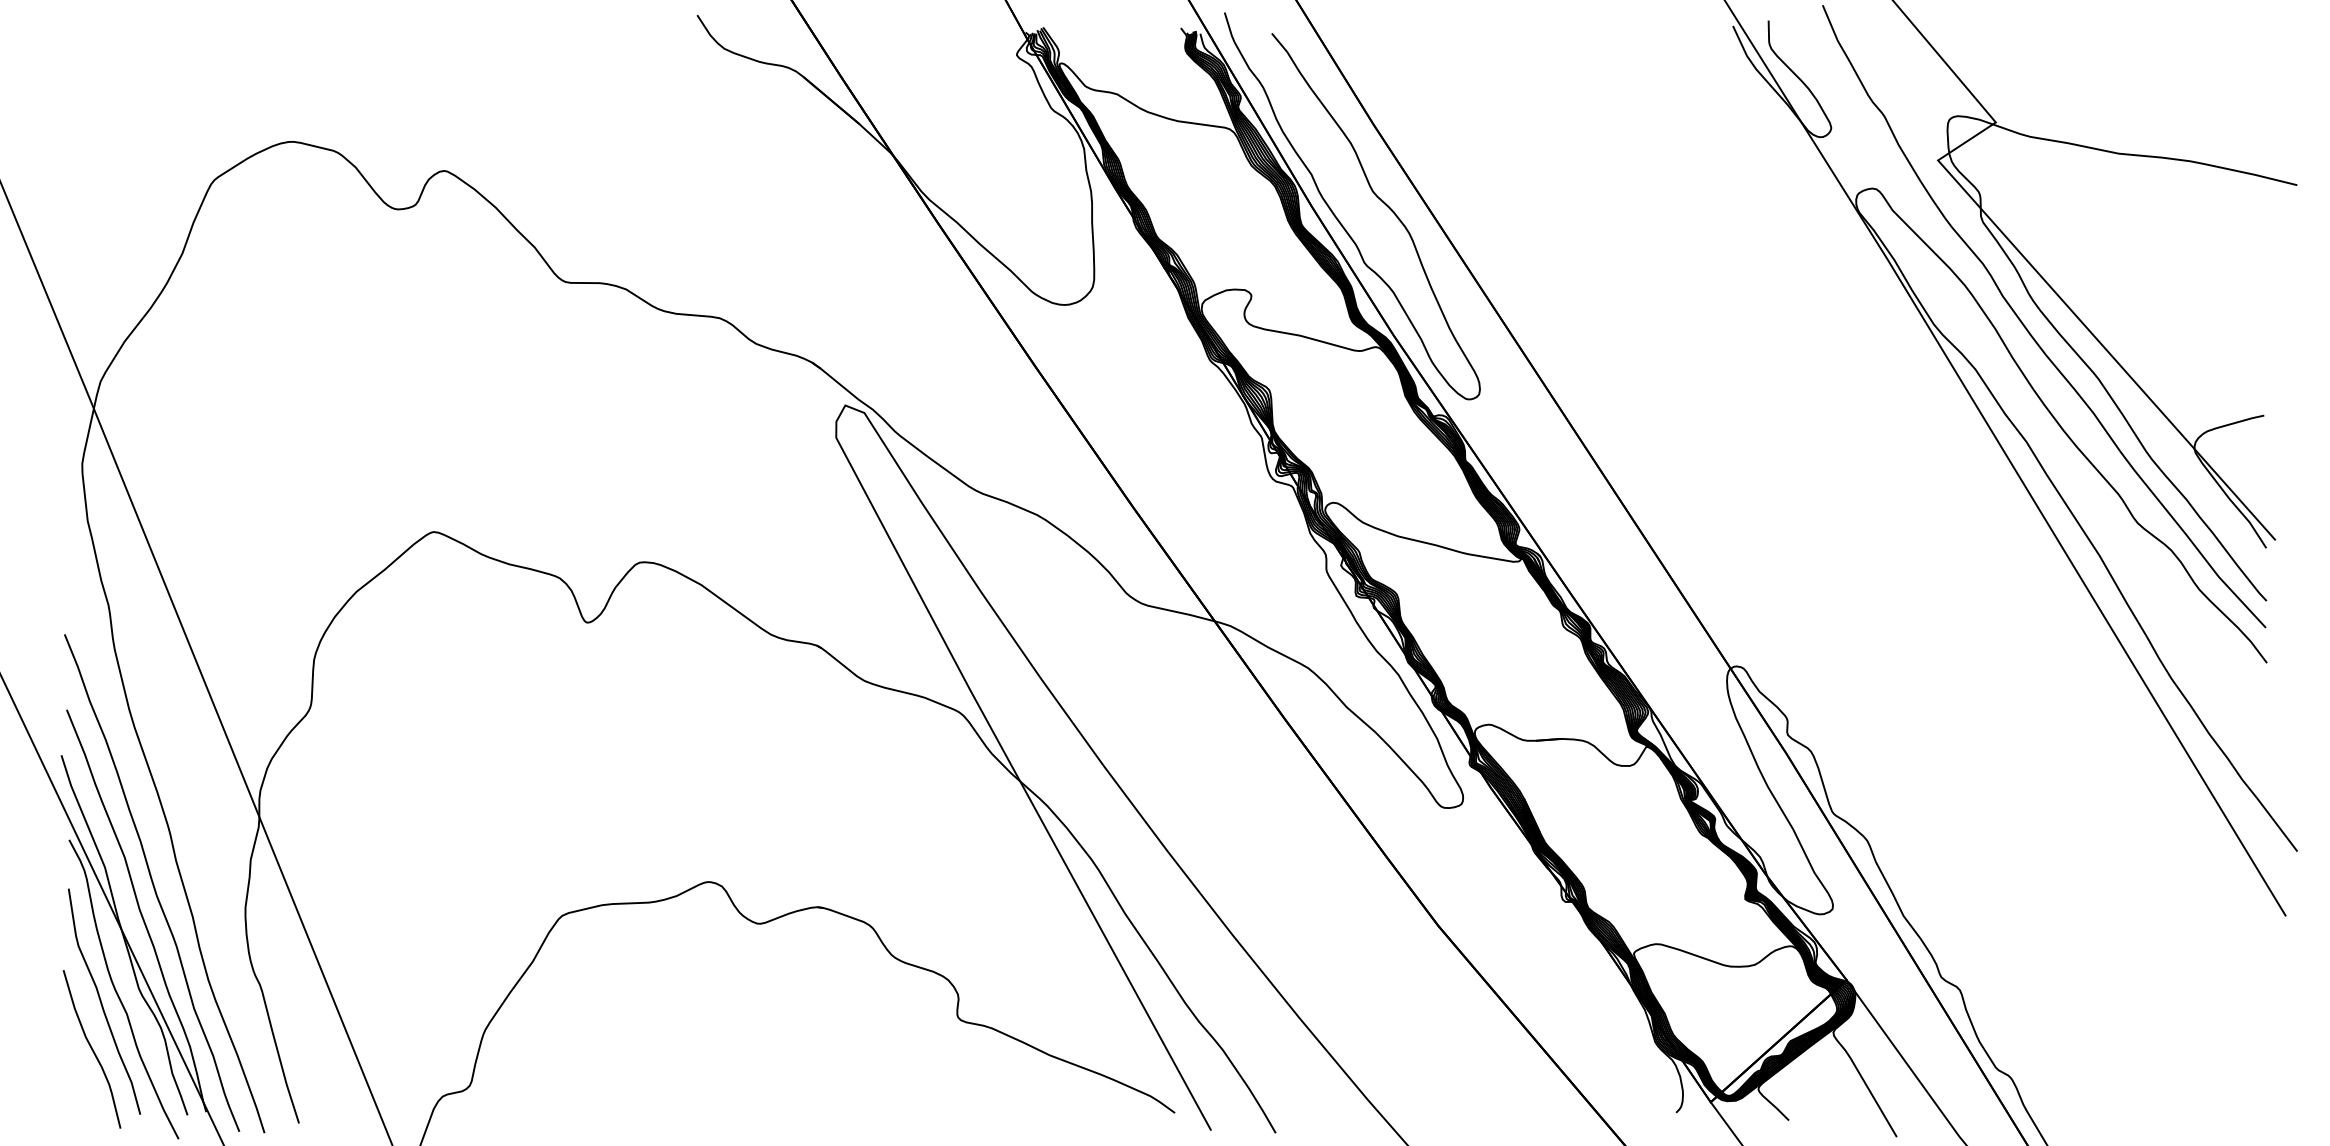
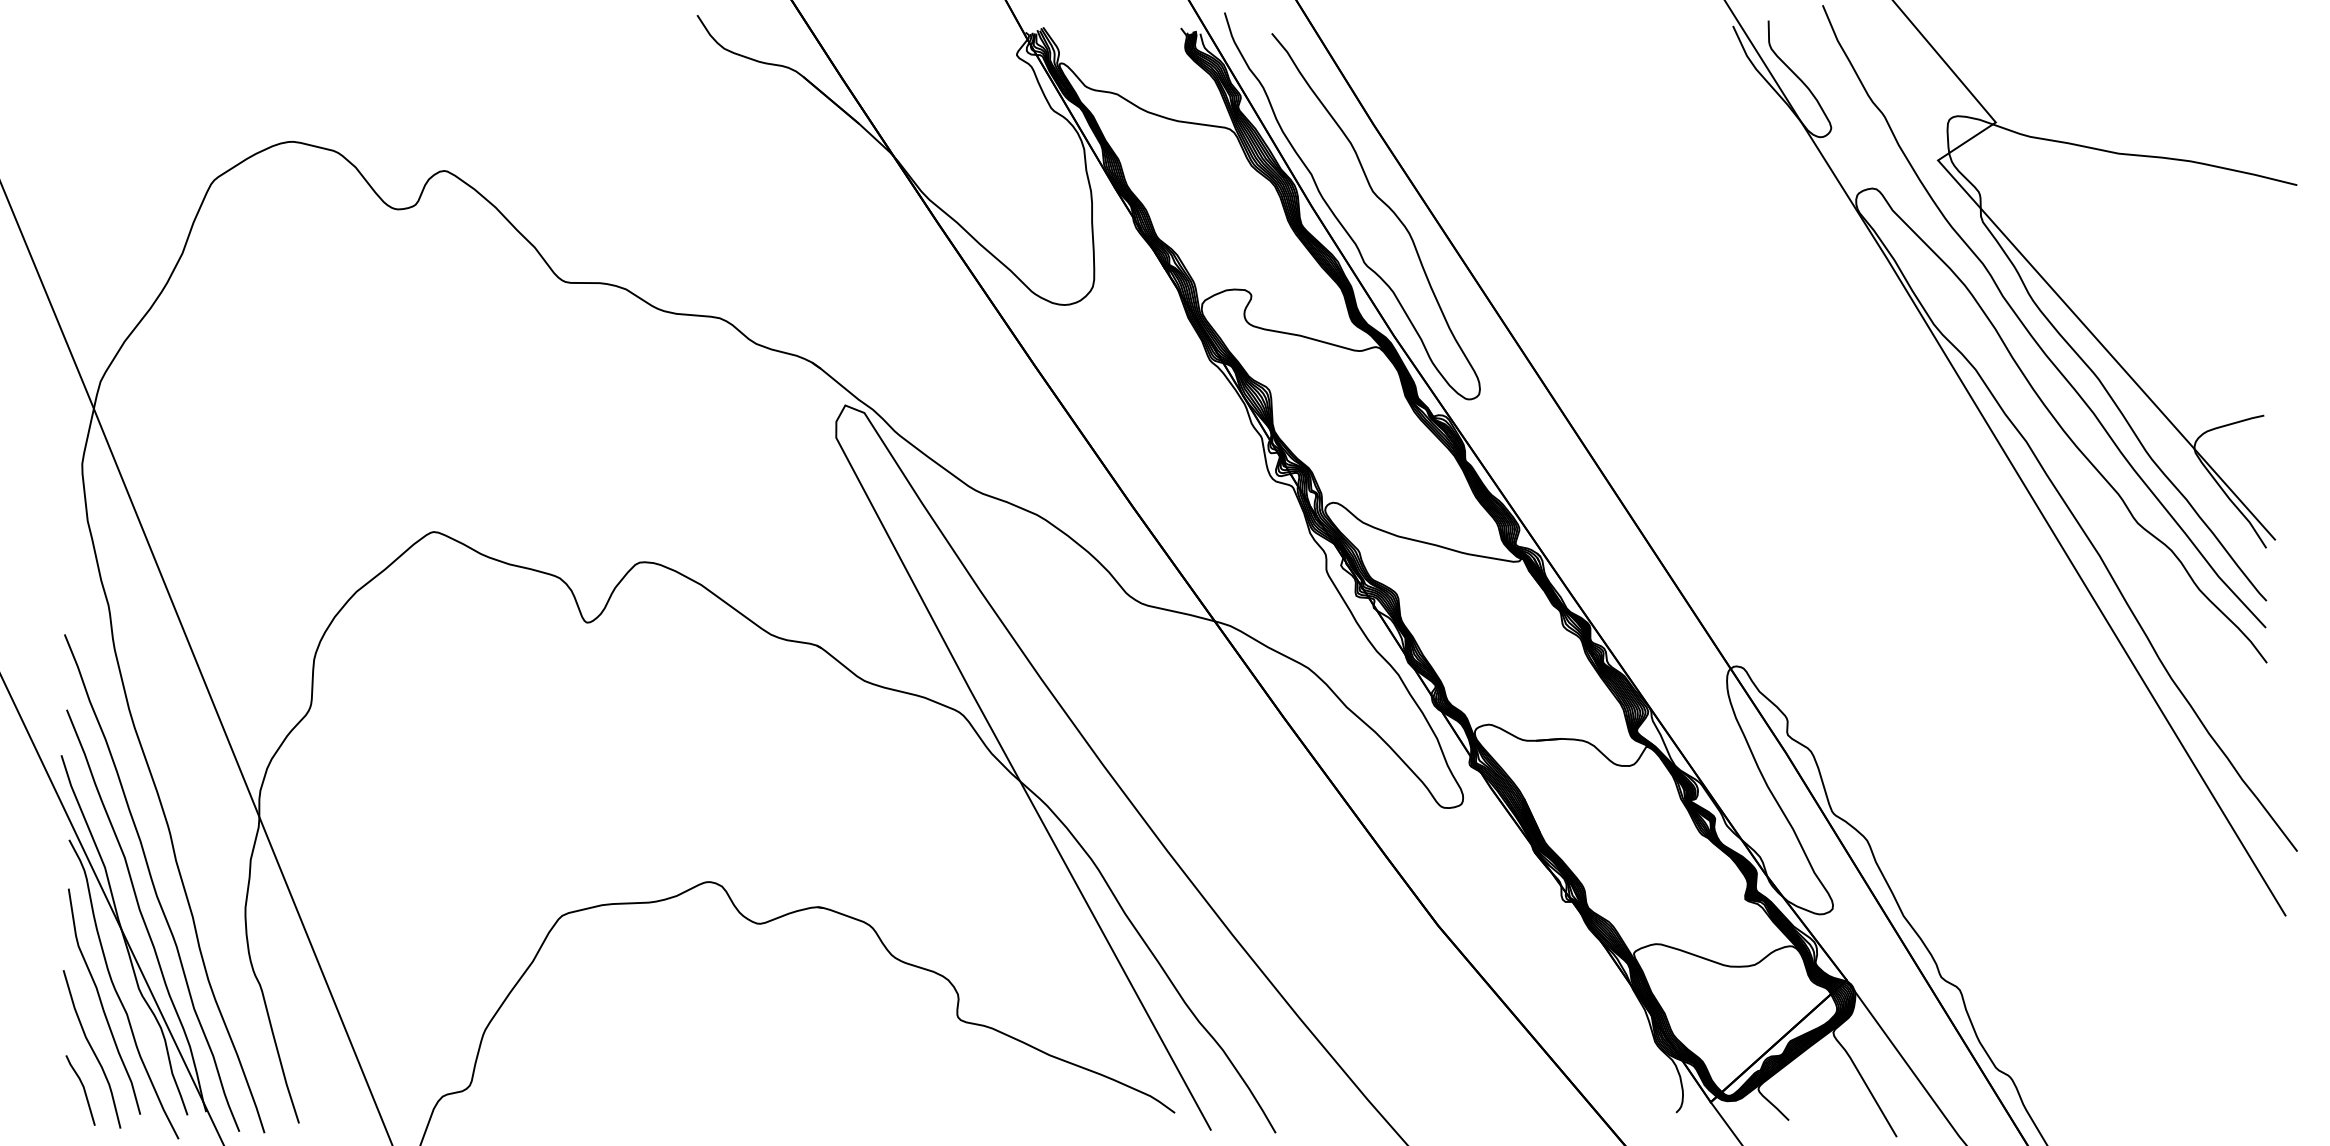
line at (83, 1090): none -> present
